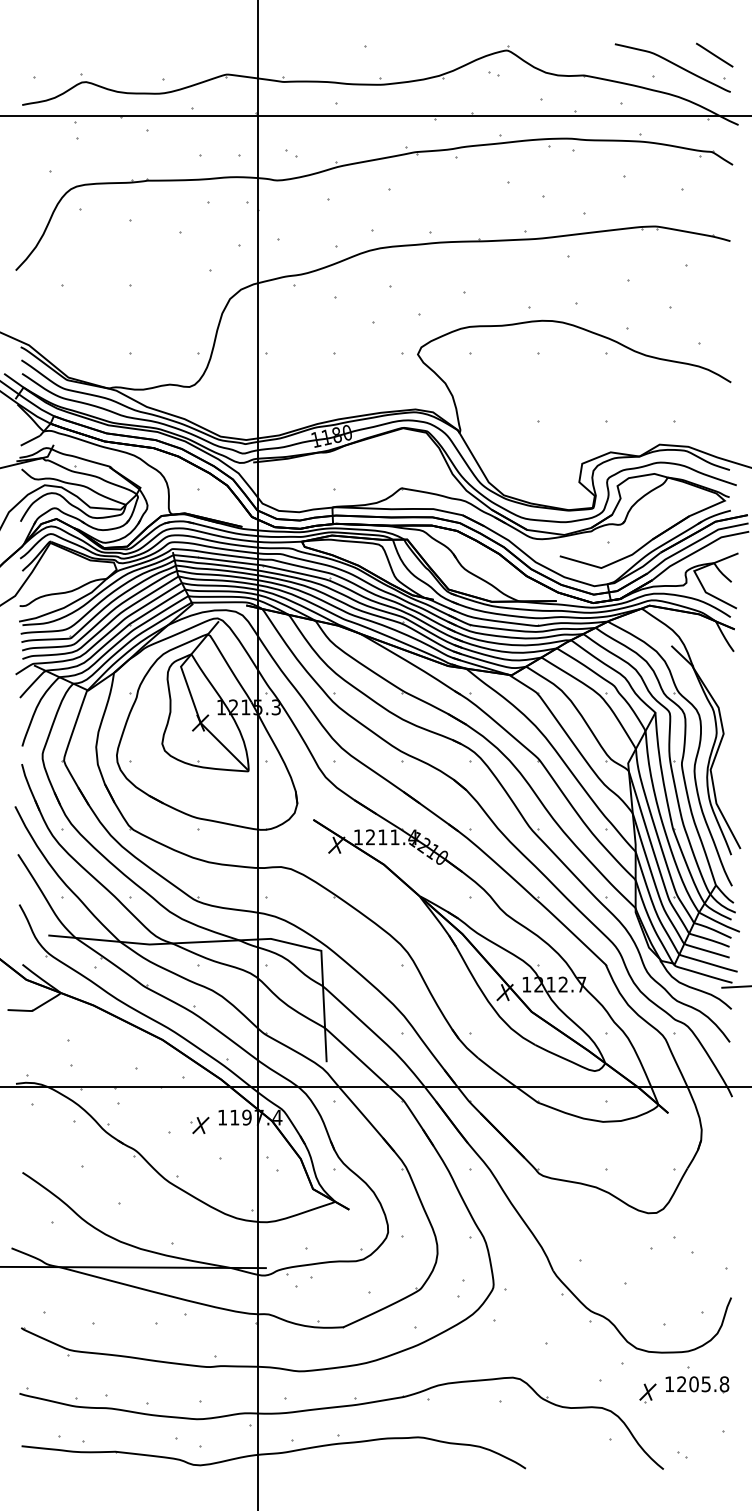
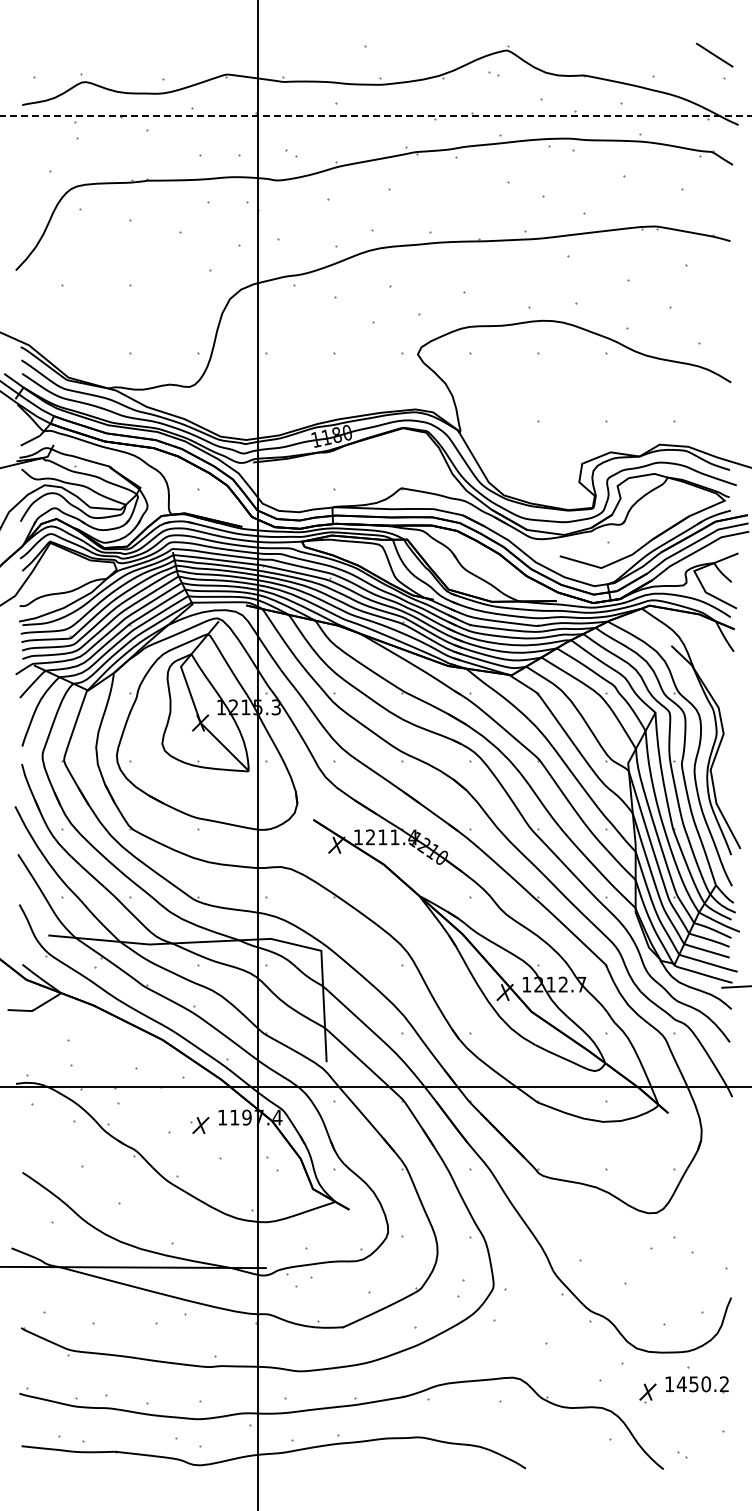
curve at (674, 65): present -> none
line at (376, 116): solid -> dashed
text at (702, 1384): 1205.8 -> 1450.2
